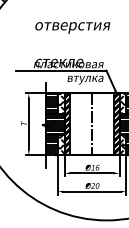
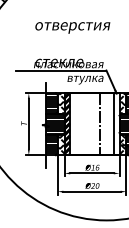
line at (92, 124) position: (92, 124) -> (100, 124)
hatch at (116, 124): present -> none
